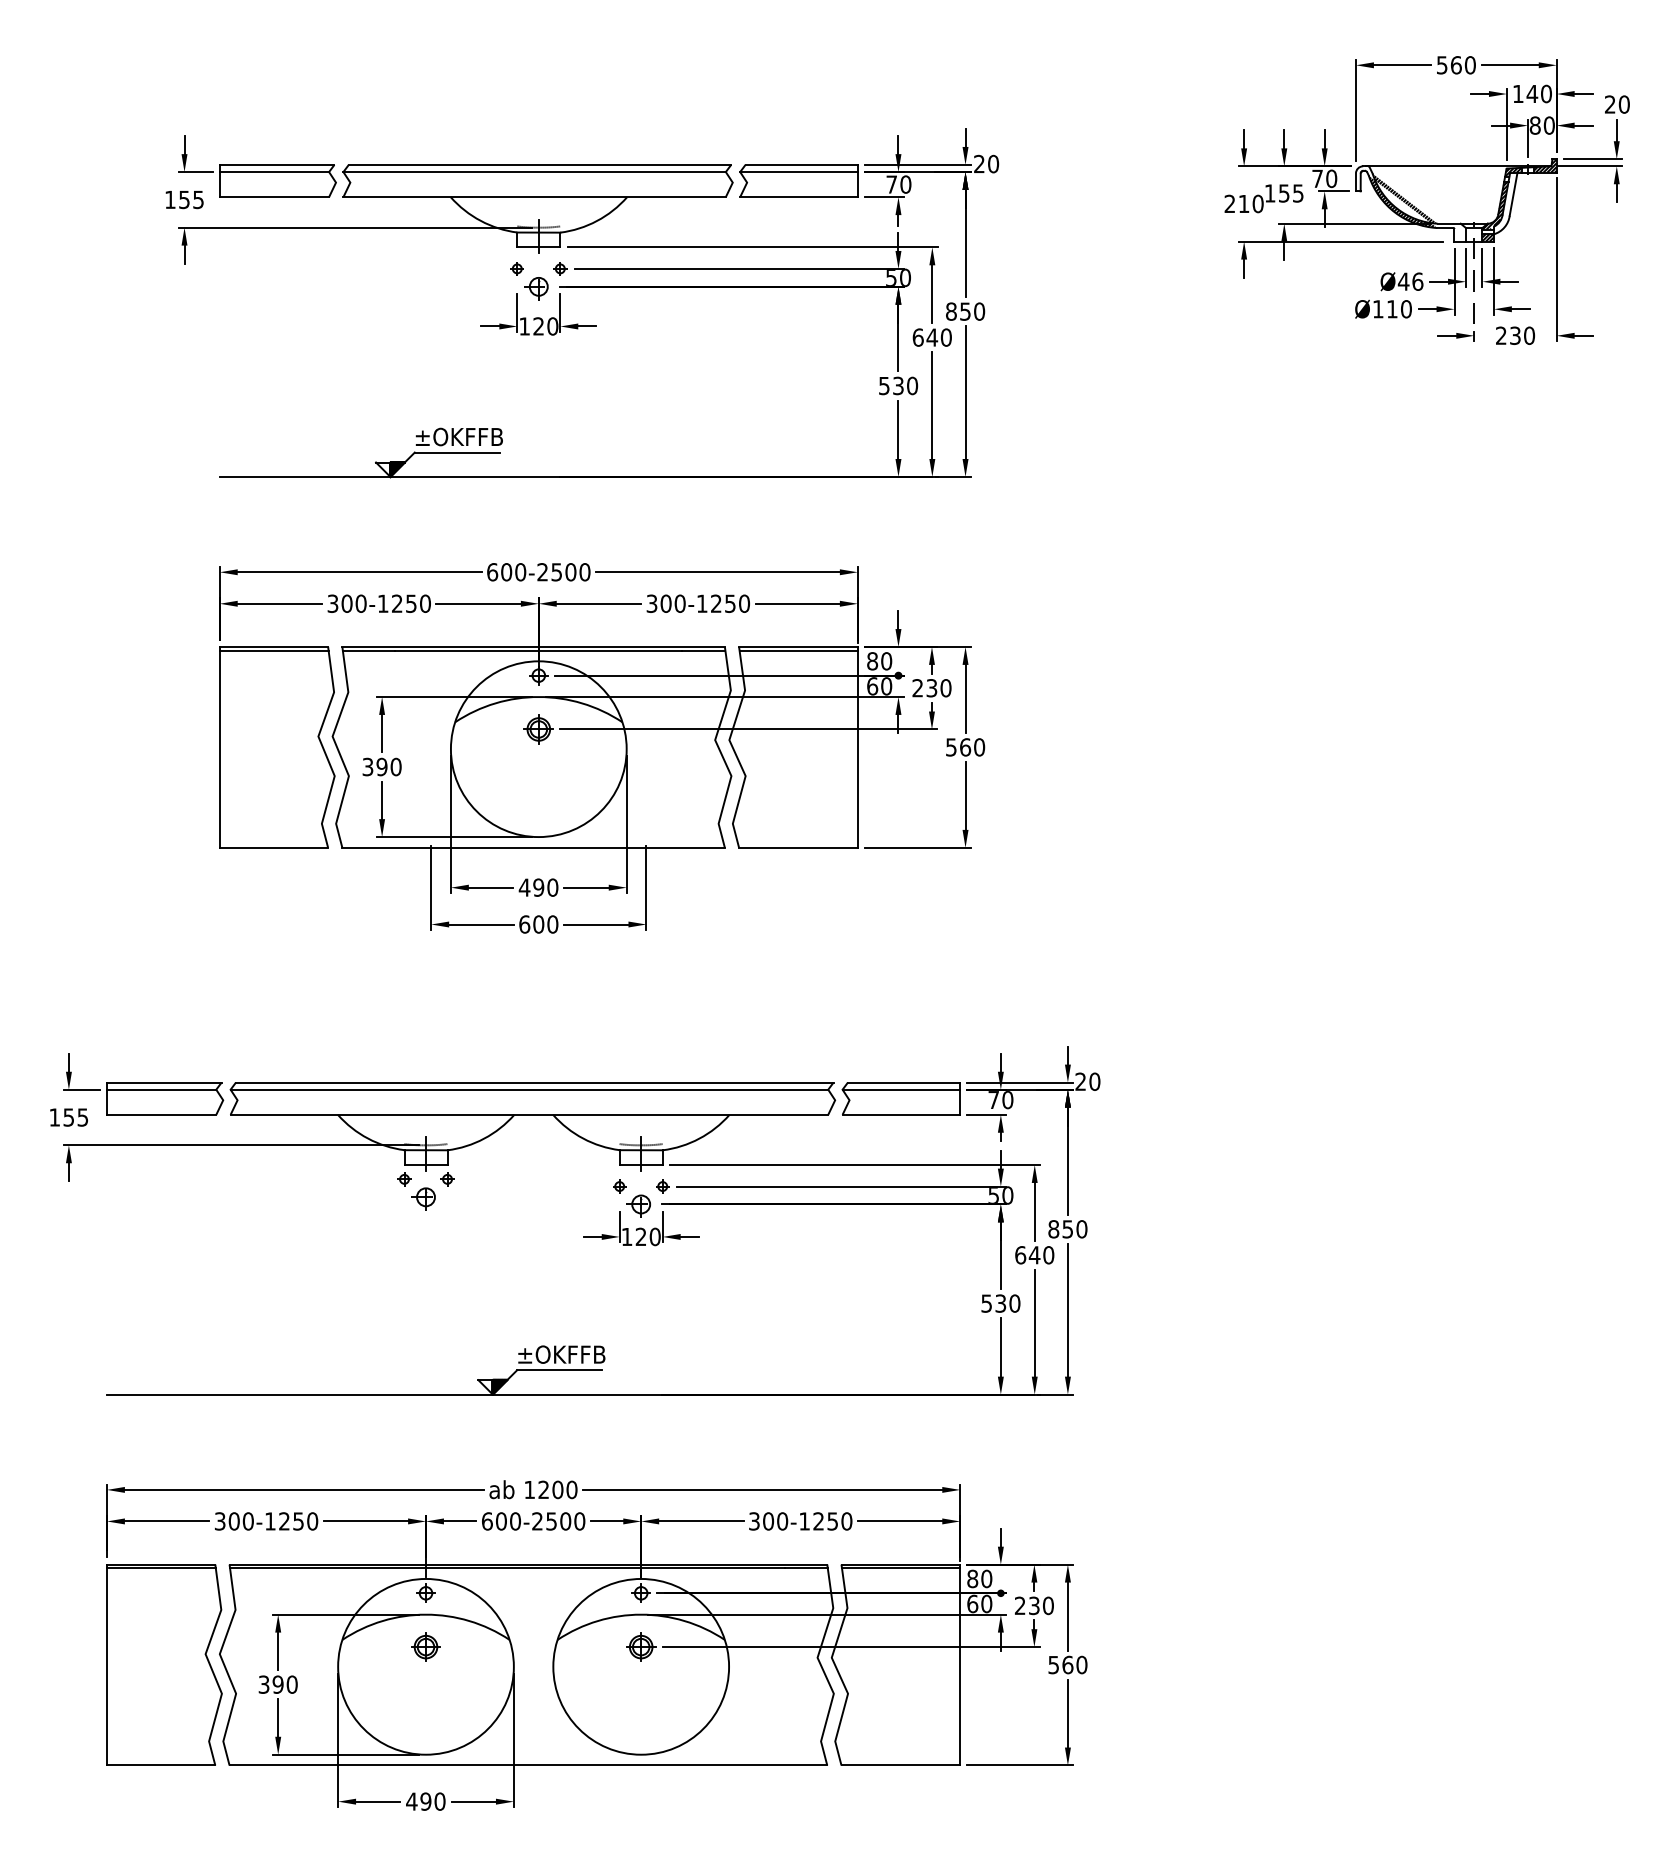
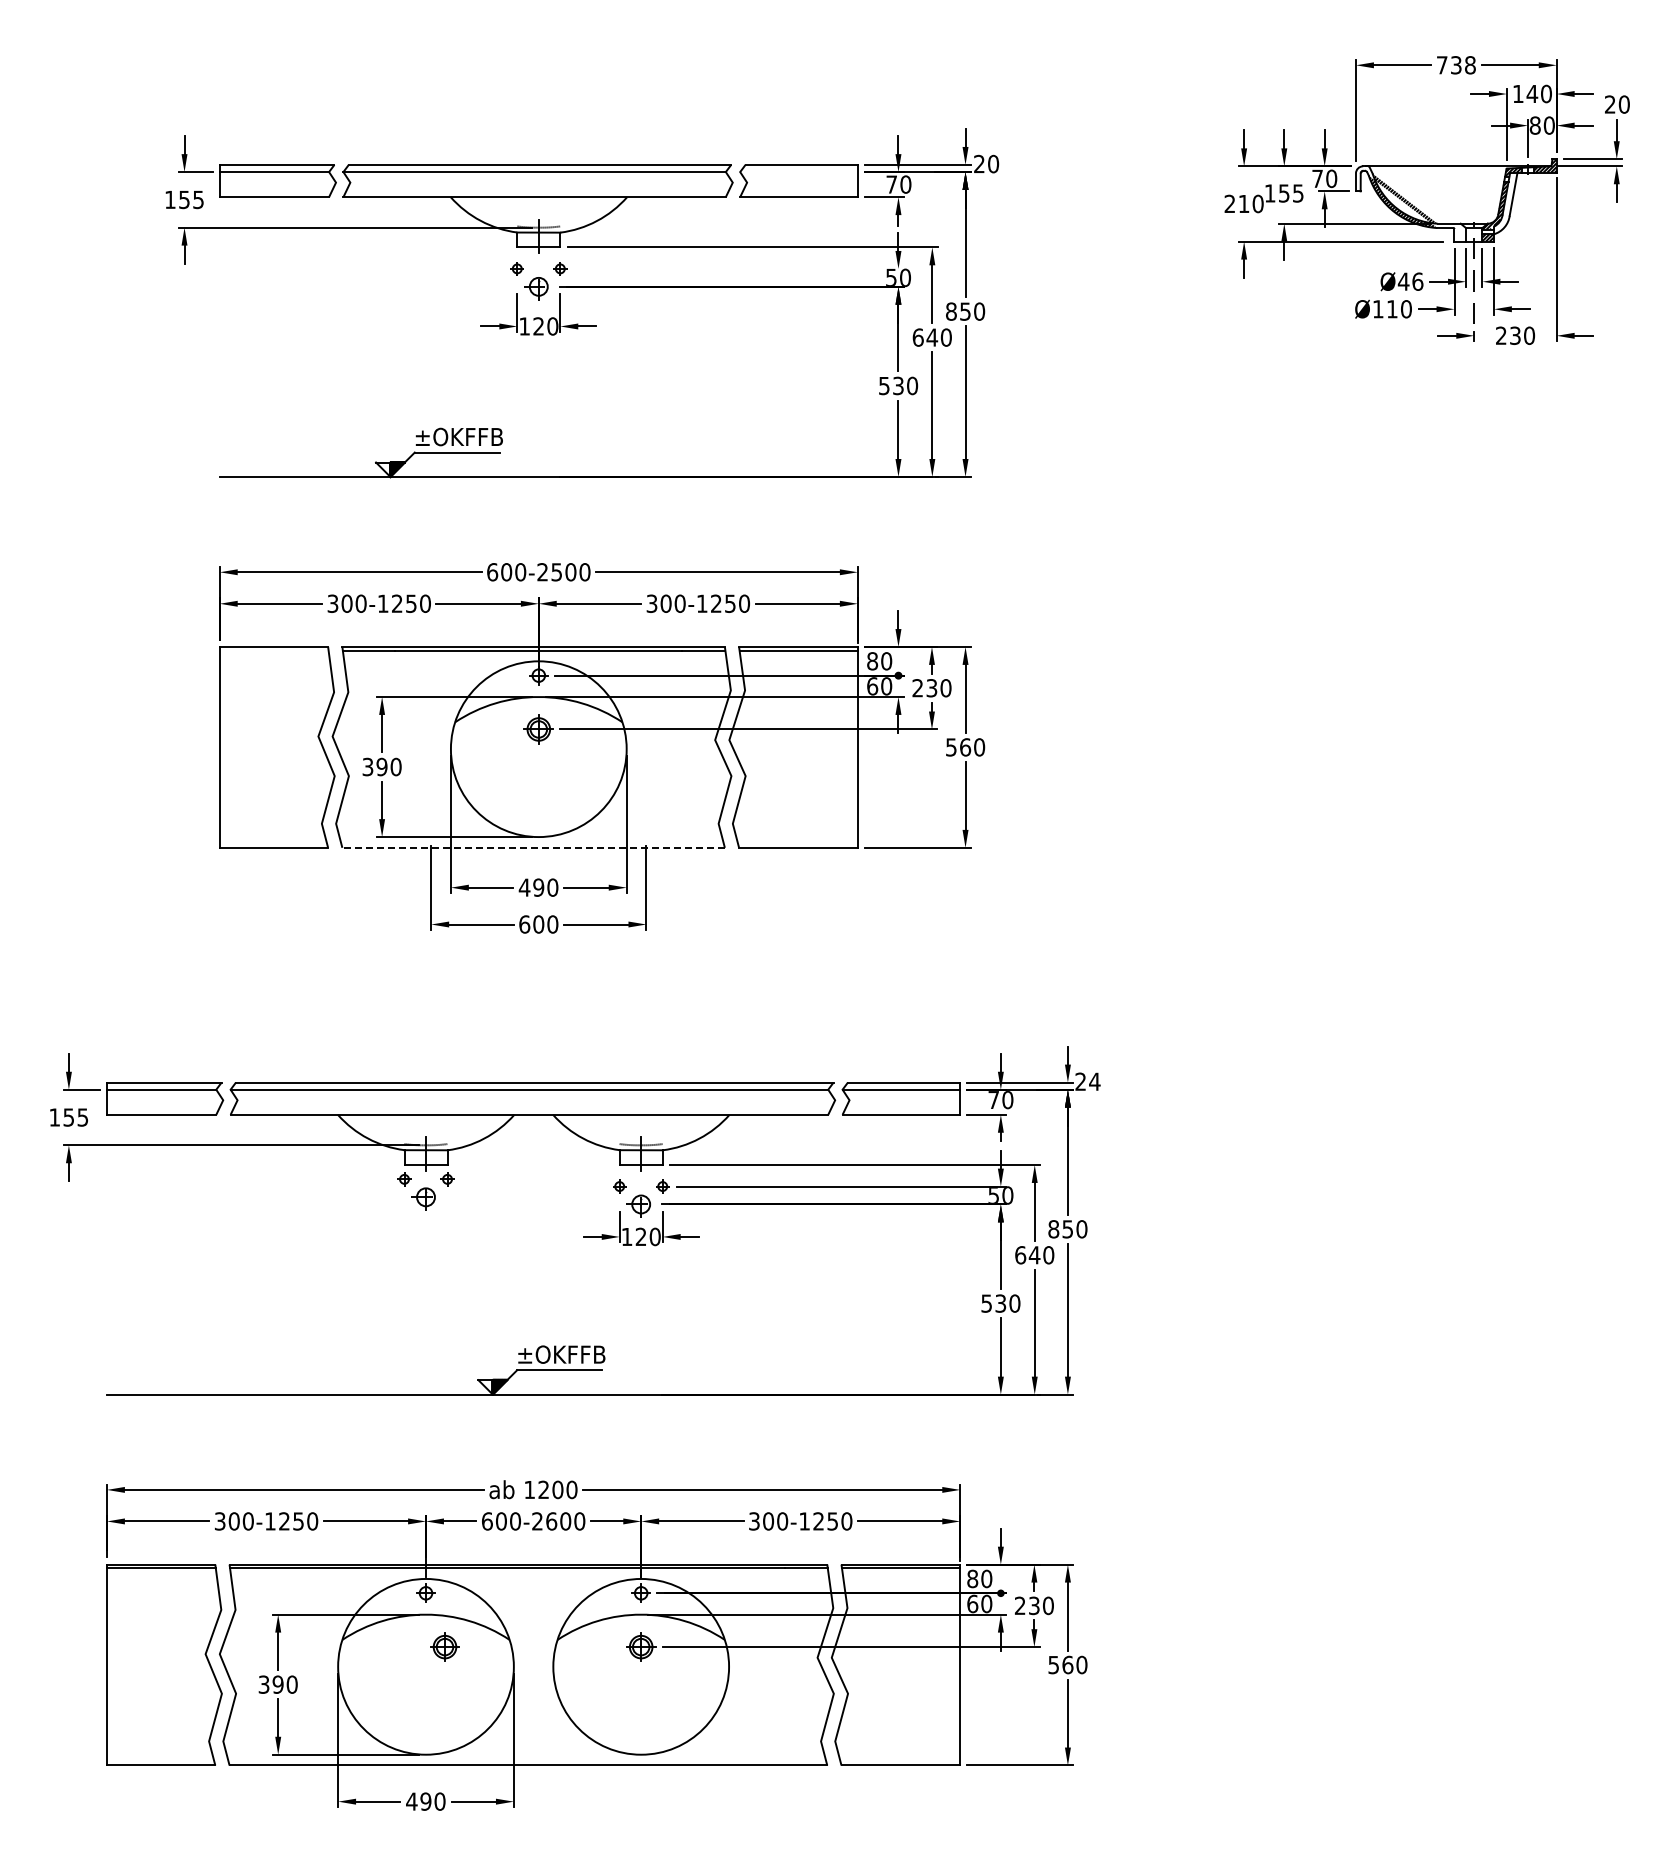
text at (1456, 65): 560 -> 738
line at (798, 172): present -> none
line at (738, 268): present -> none
line at (273, 650): present -> none
line at (533, 847): solid -> dashed
text at (1094, 1081): 20 -> 24
text at (551, 1521): 600-2500 -> 600-2600
part at (425, 1646) position: (425, 1646) -> (444, 1646)
